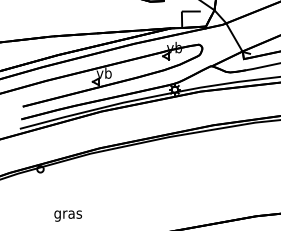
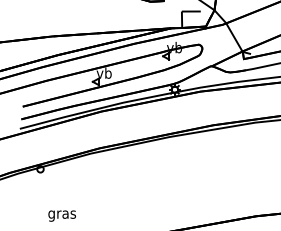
text at (67, 215) position: (67, 215) -> (61, 215)
